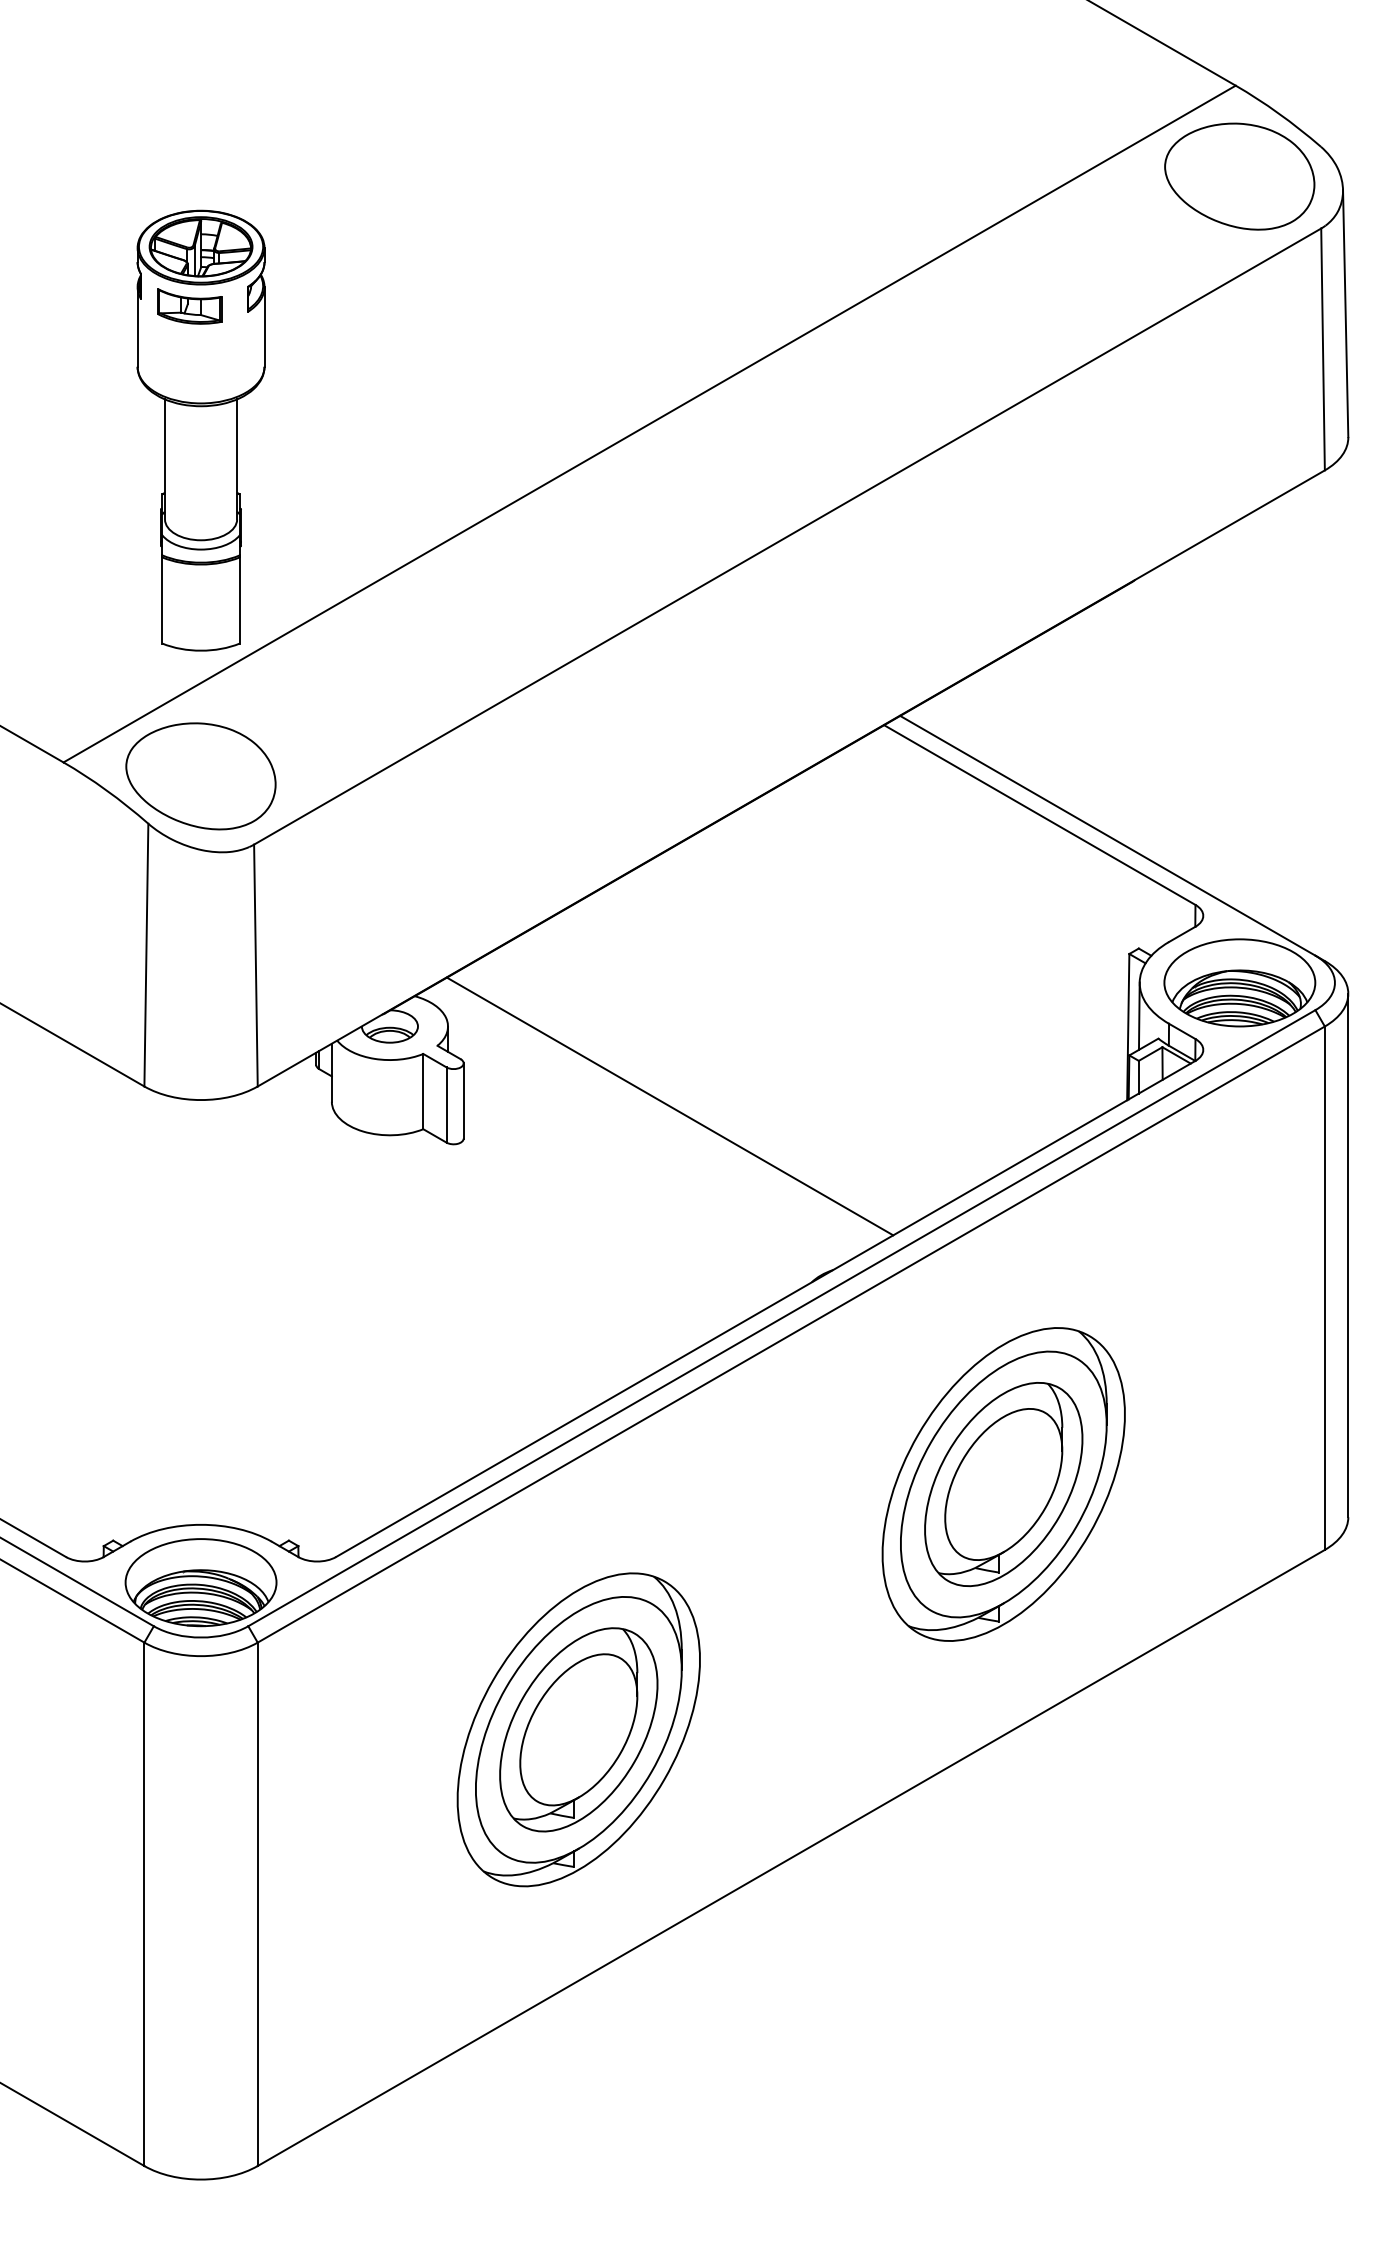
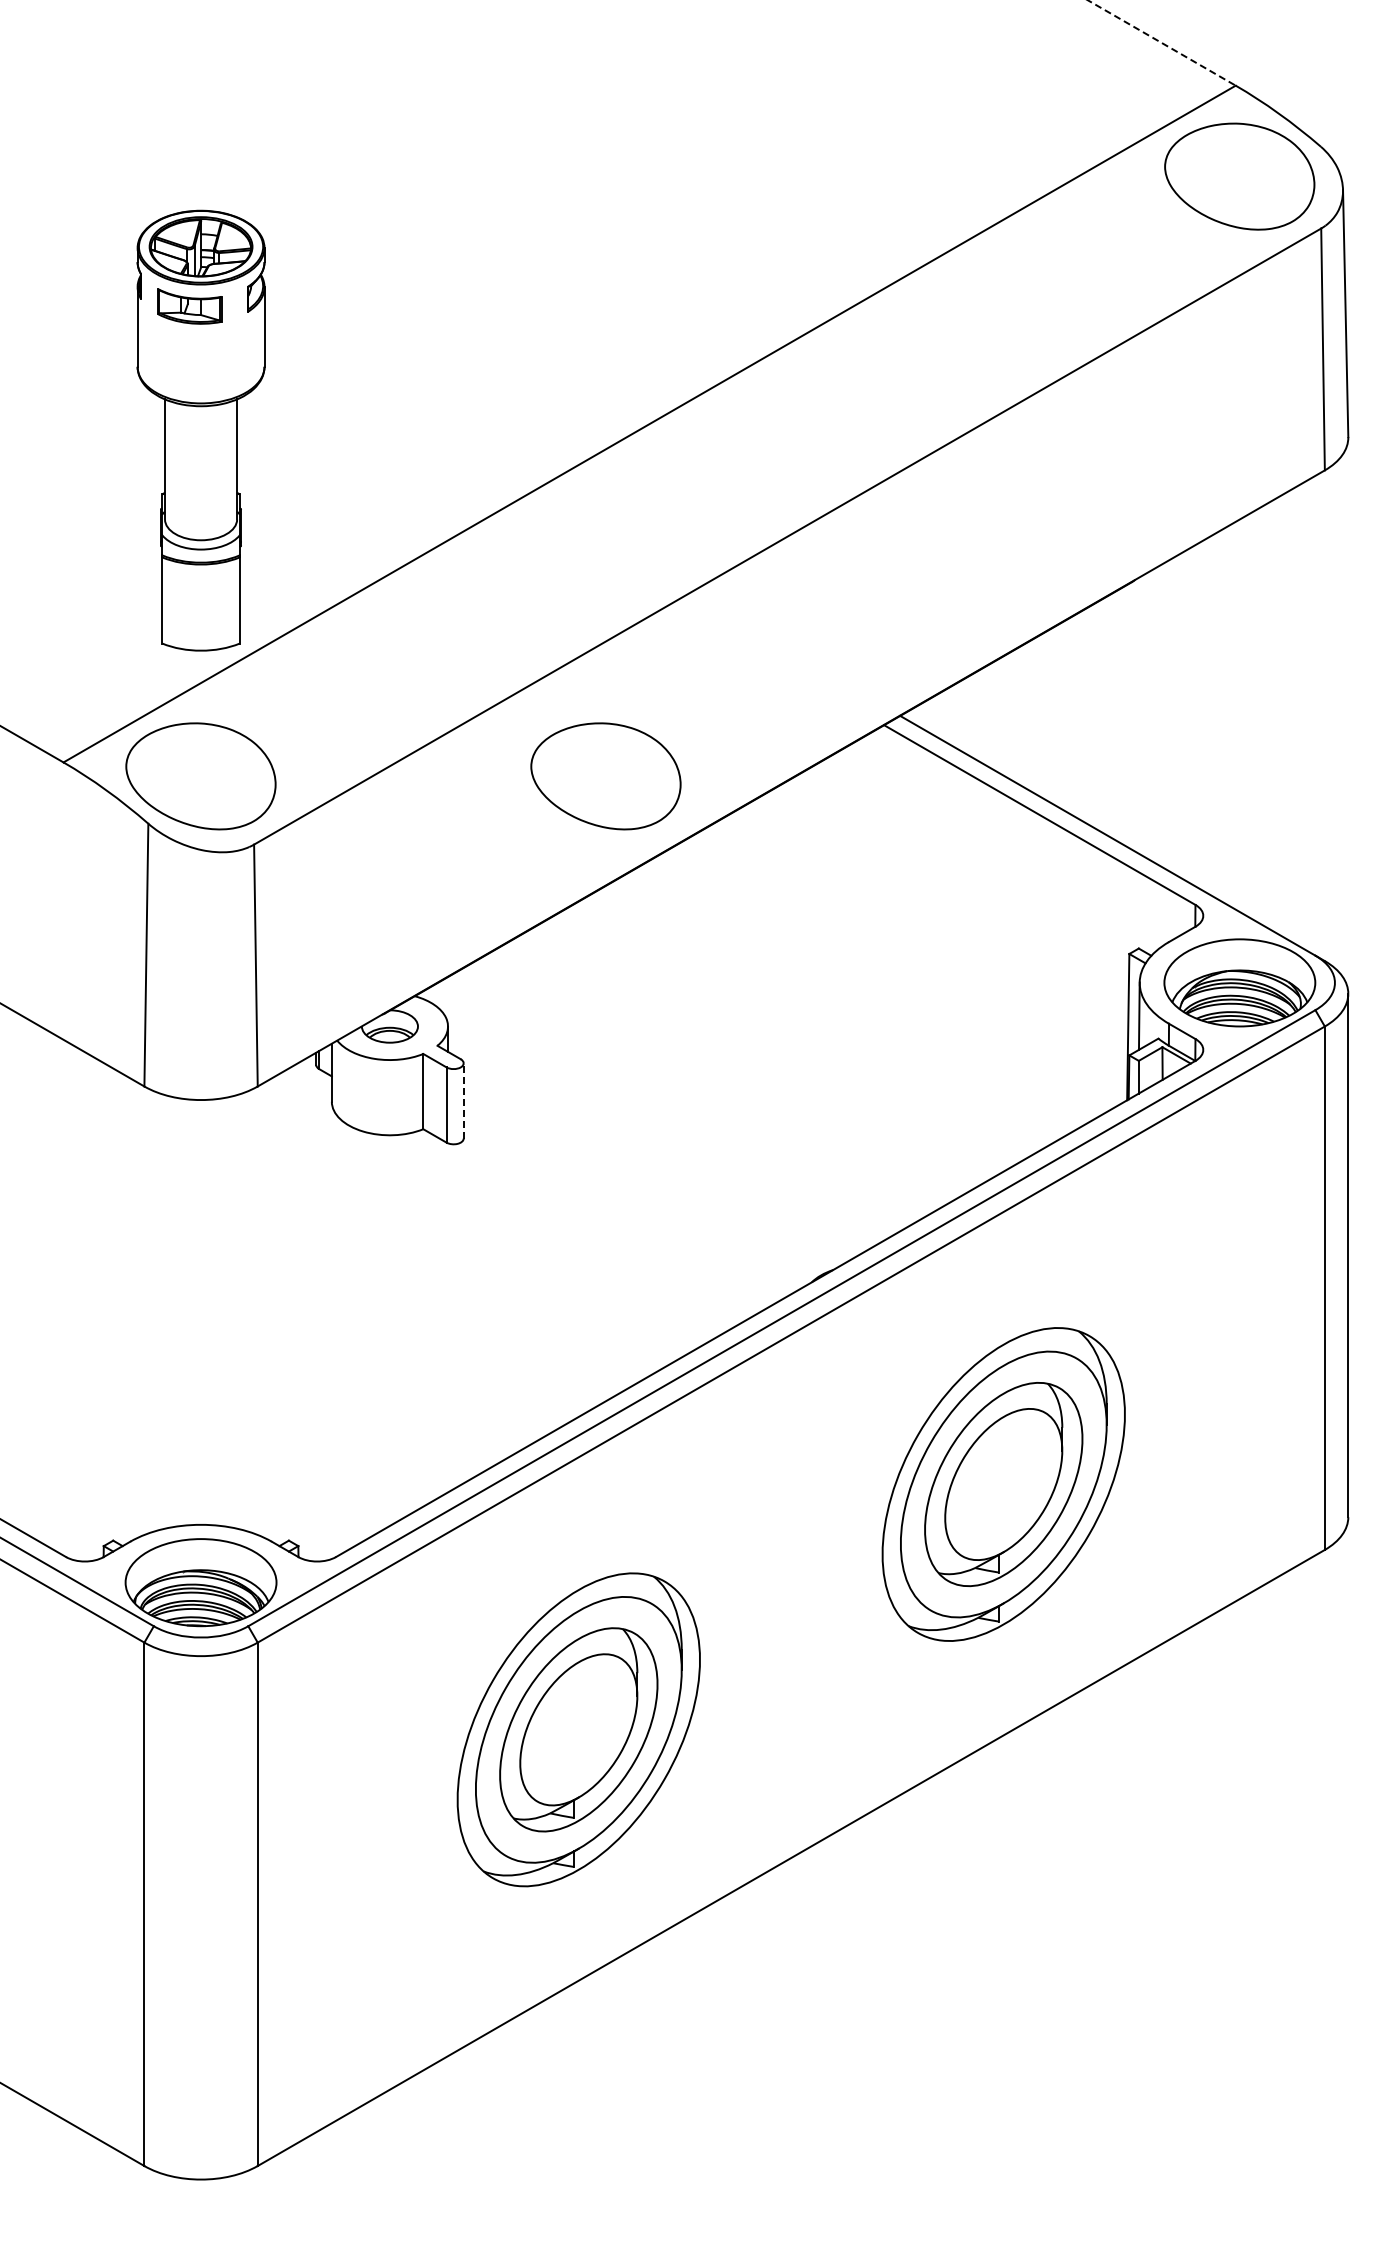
line at (1162, 43): solid -> dashed
part at (605, 776): none -> present
line at (463, 1100): solid -> dashed
line at (669, 1106): present -> none
